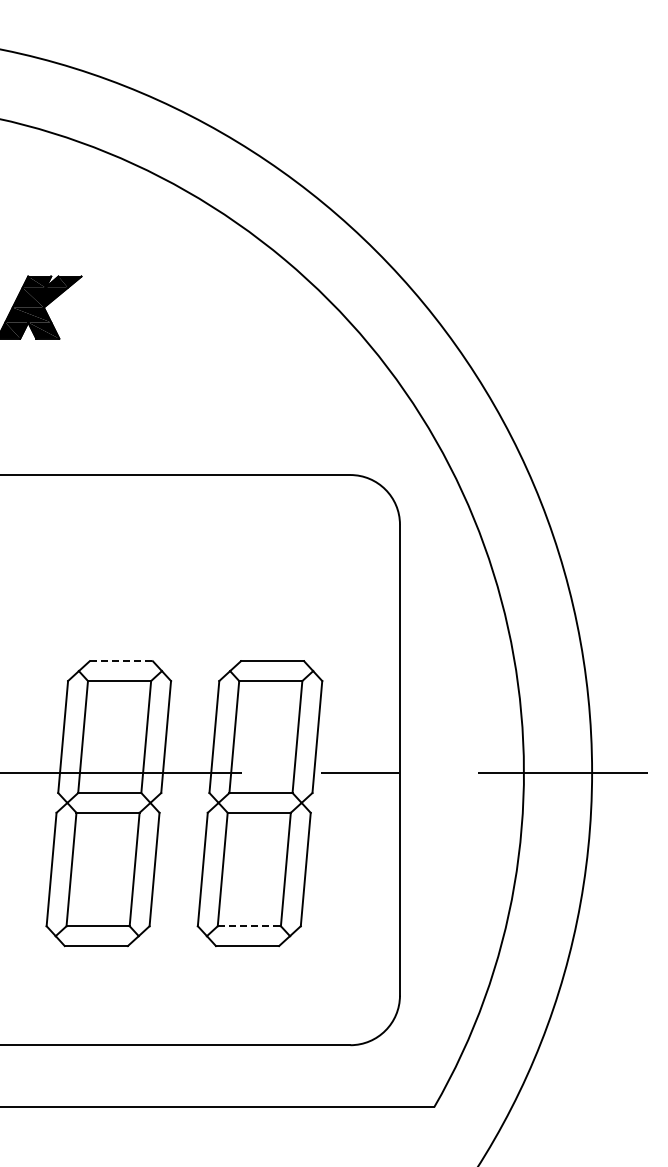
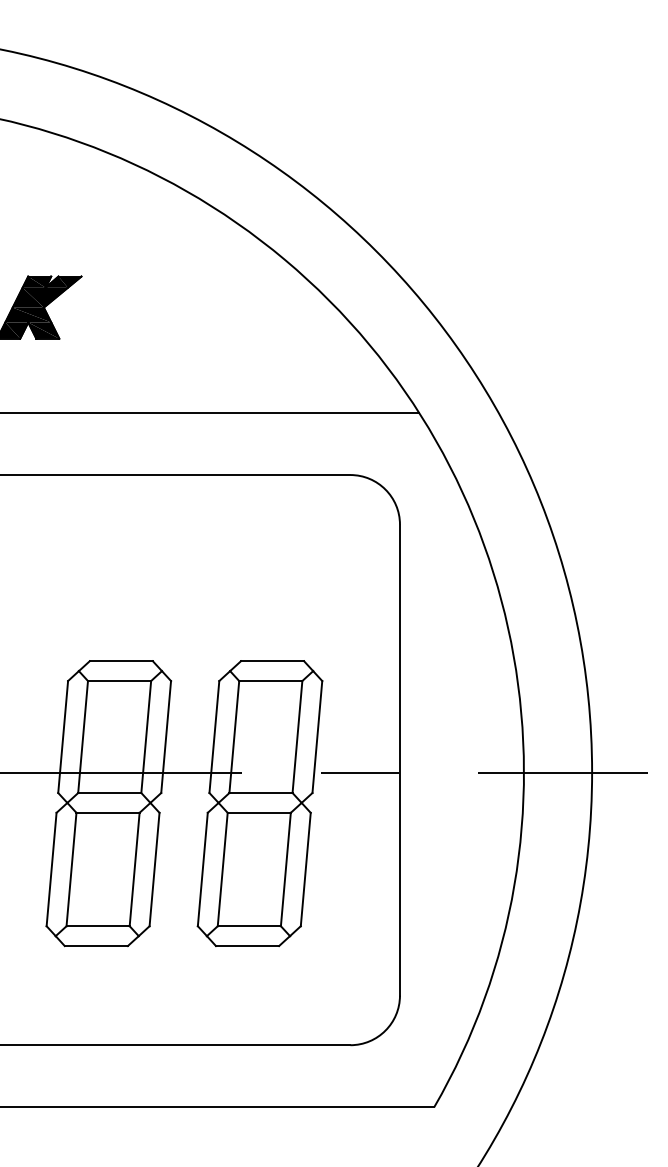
line at (210, 413): none -> present
line at (121, 661): dashed -> solid
line at (249, 926): dashed -> solid
